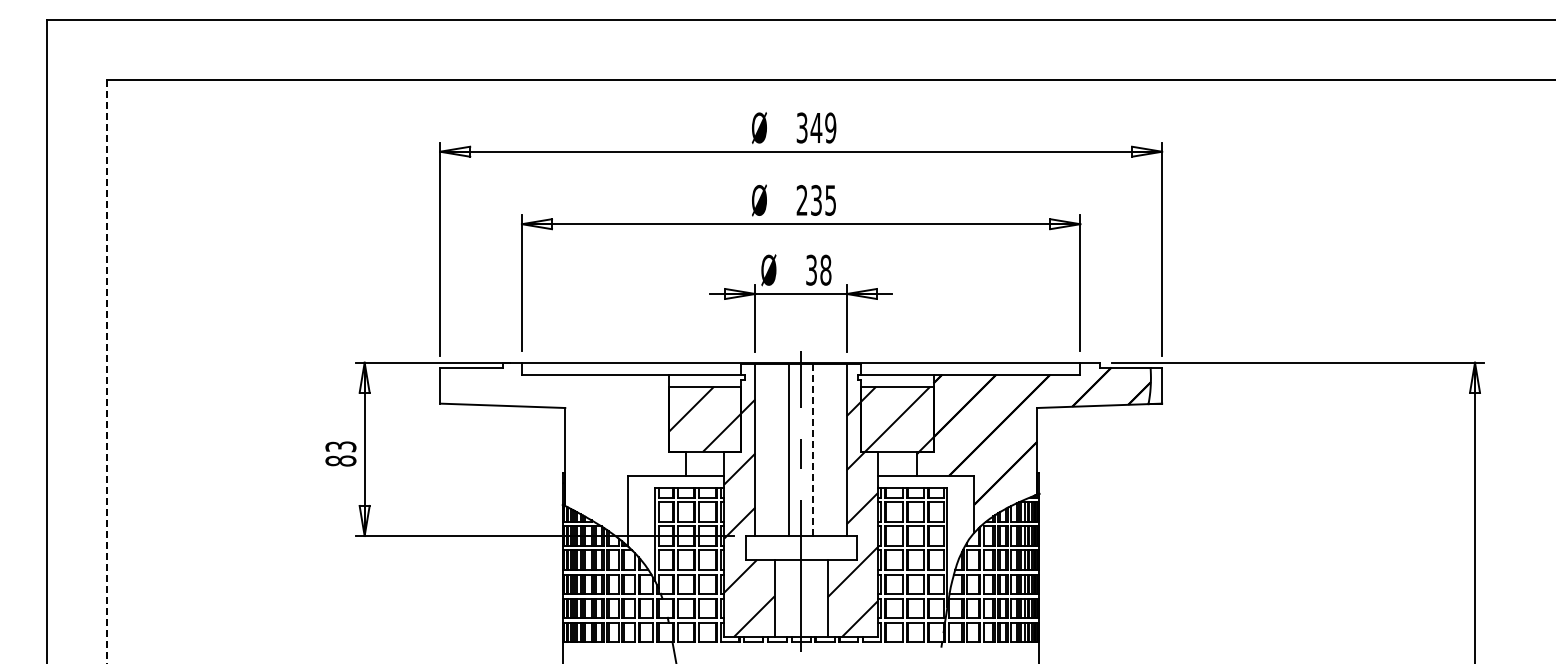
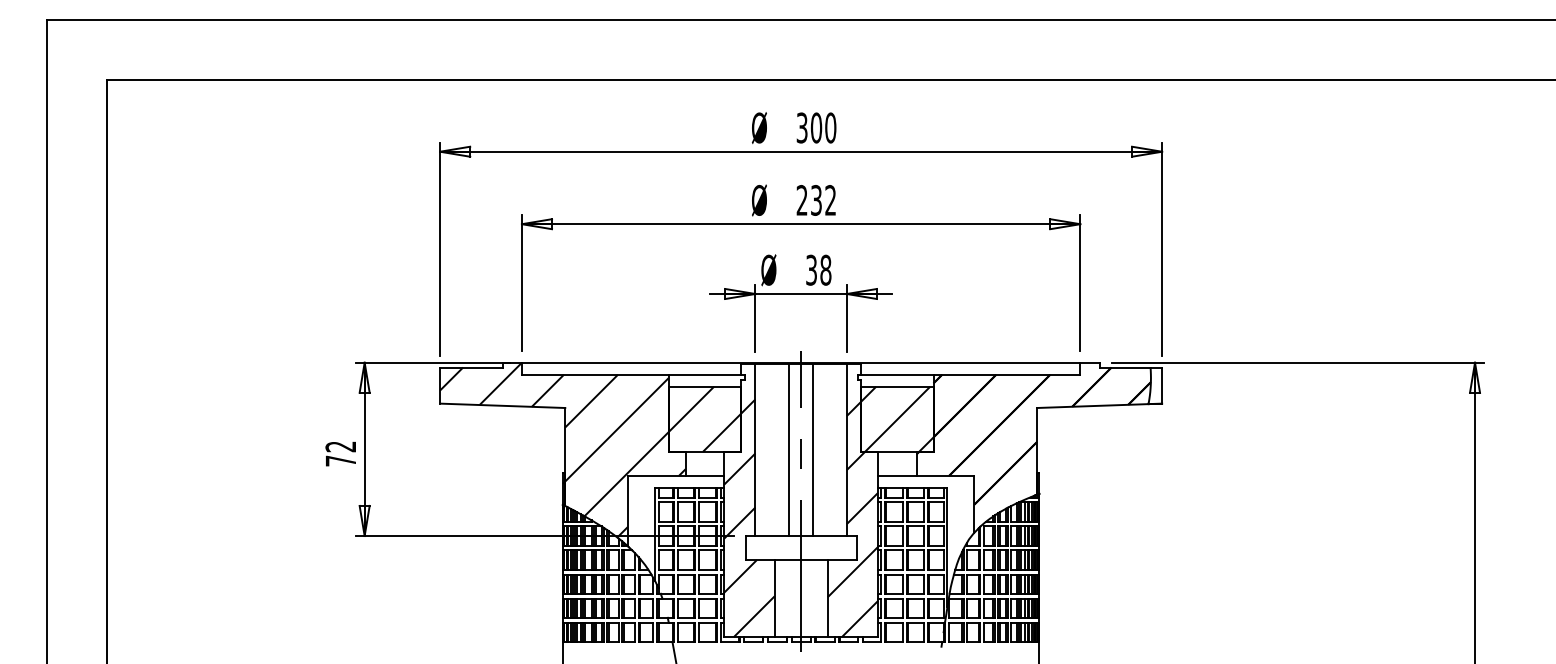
text at (823, 127): 349 -> 300
text at (830, 200): 235 -> 232
line at (106, 371): dashed -> solid
hatch at (562, 449): none -> present
line at (813, 449): dashed -> solid
text at (340, 453): 83 -> 72
